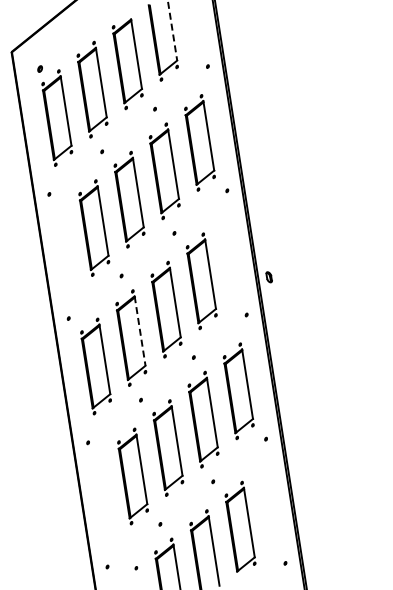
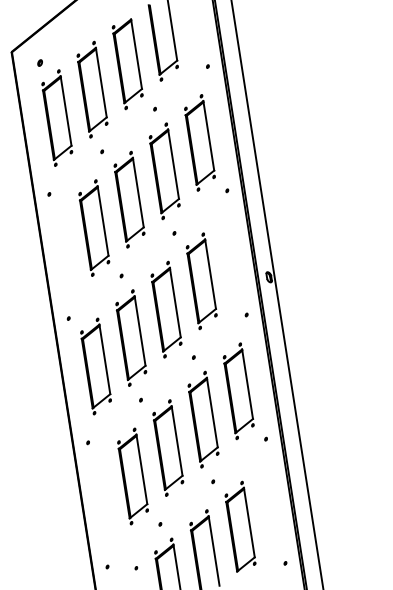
line at (172, 31): dashed -> solid
part at (39, 68) position: (39, 68) -> (39, 62)
line at (277, 294): none -> present
line at (140, 331): dashed -> solid
